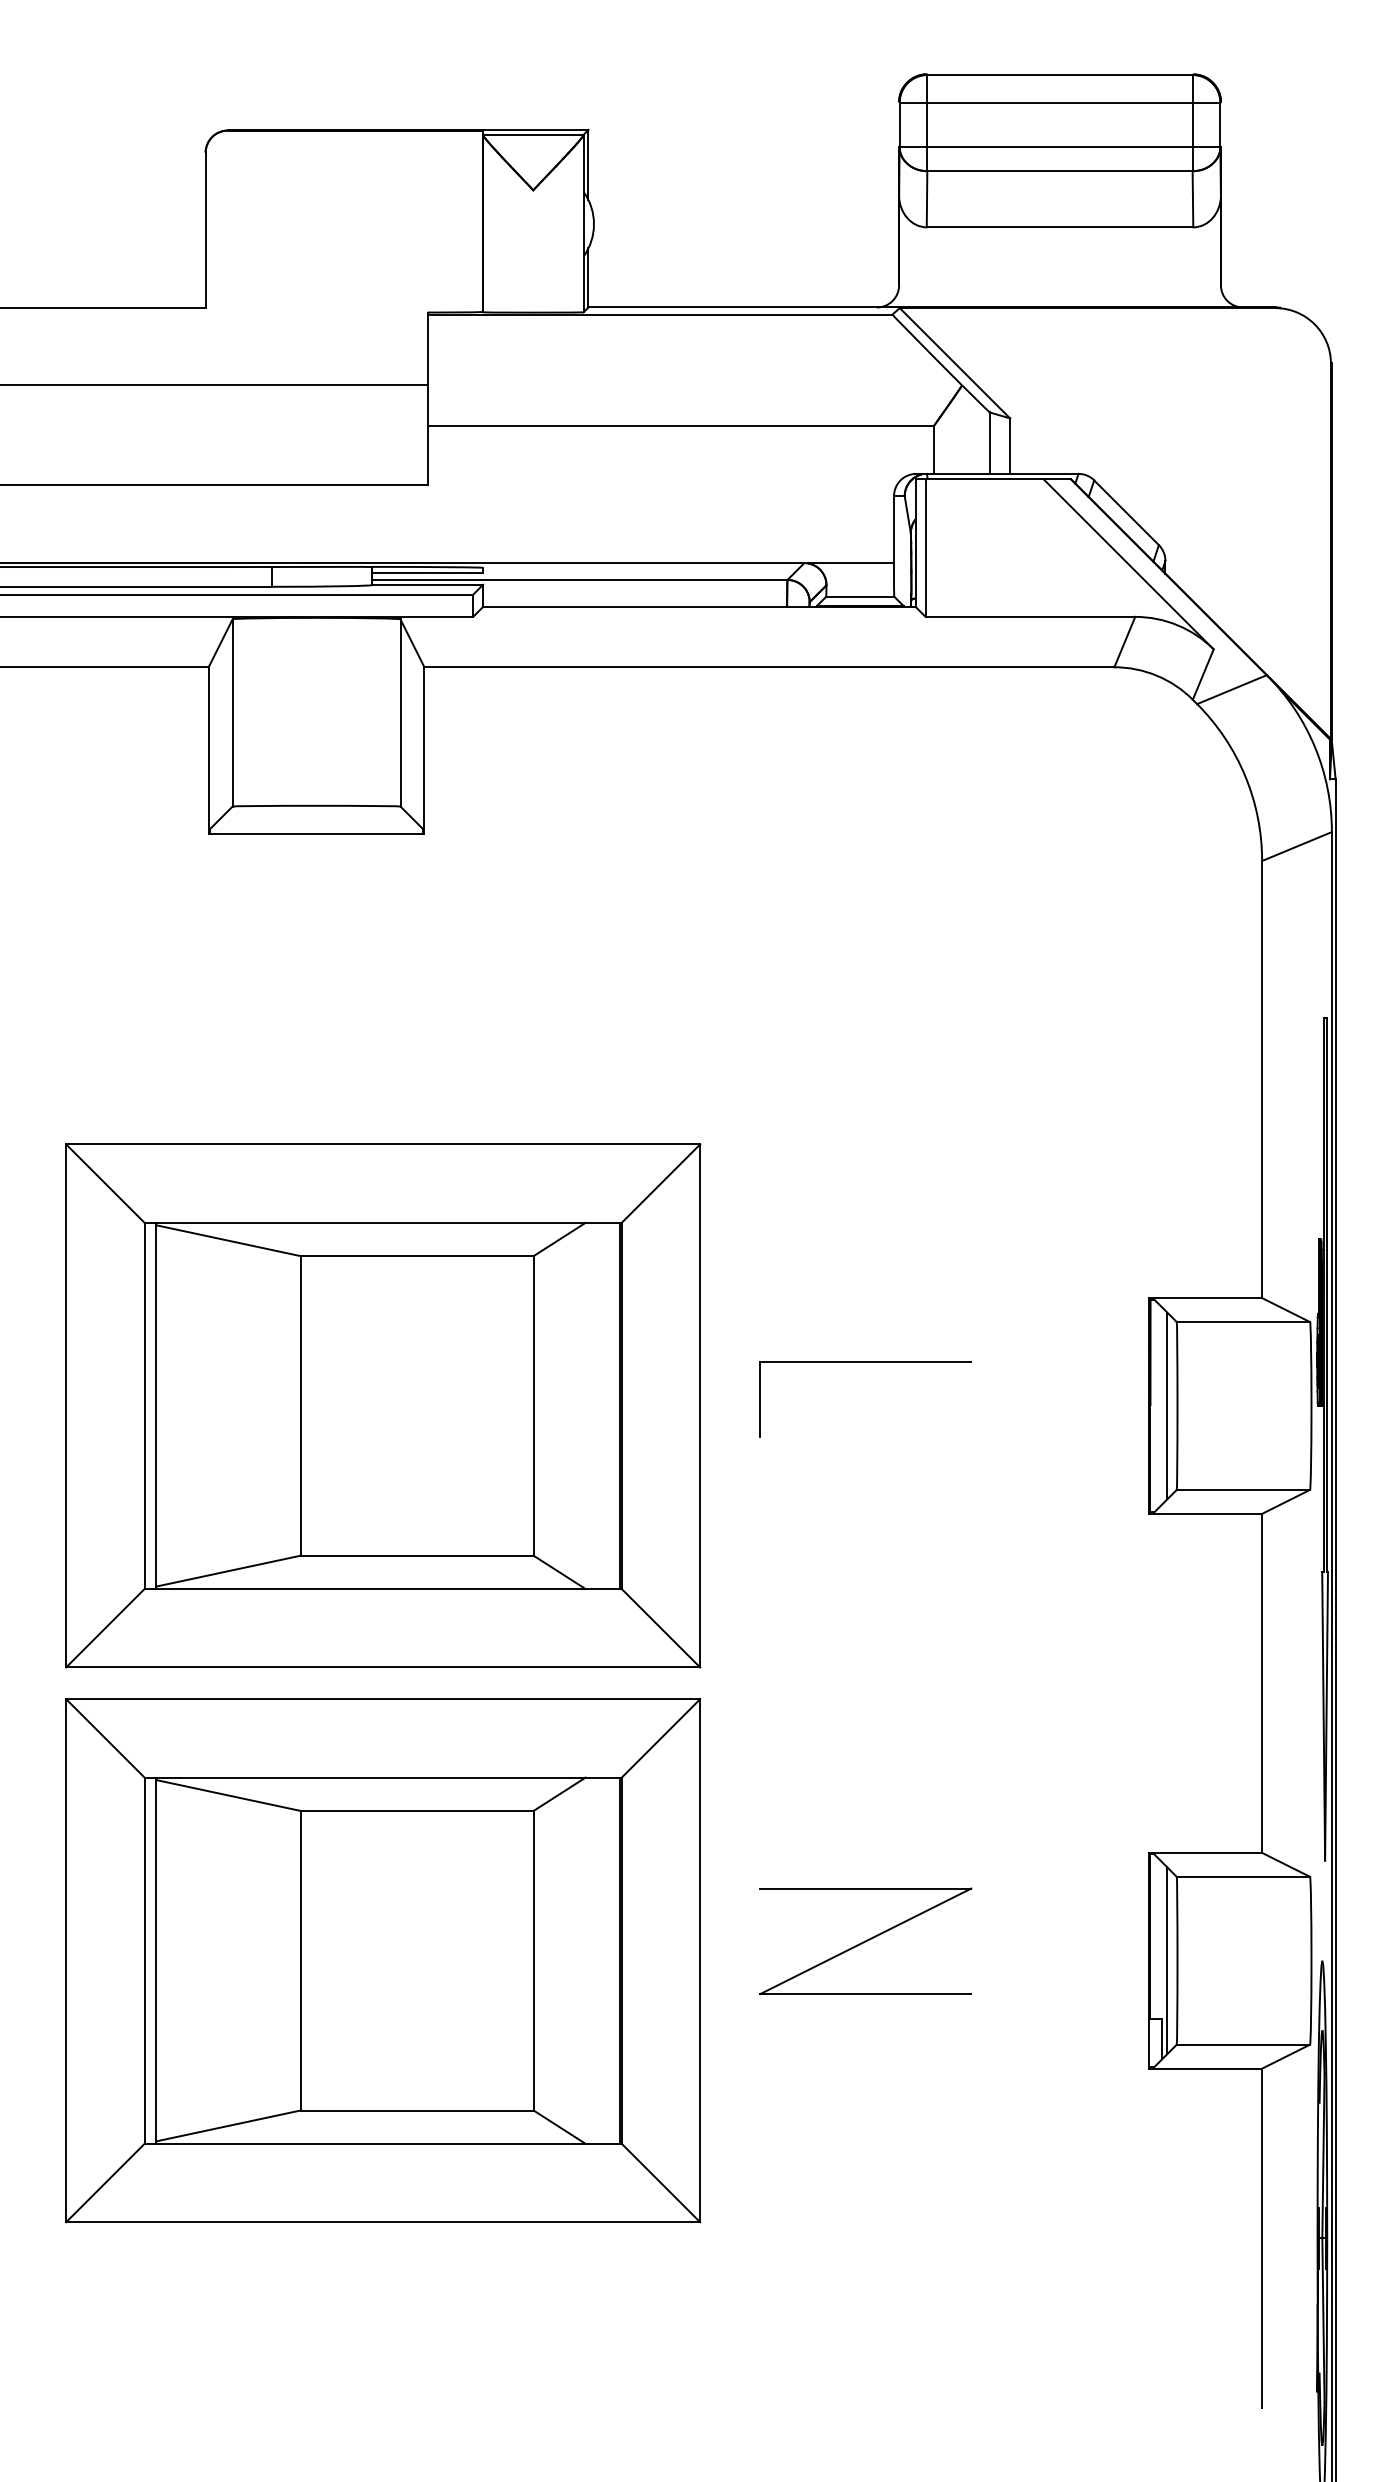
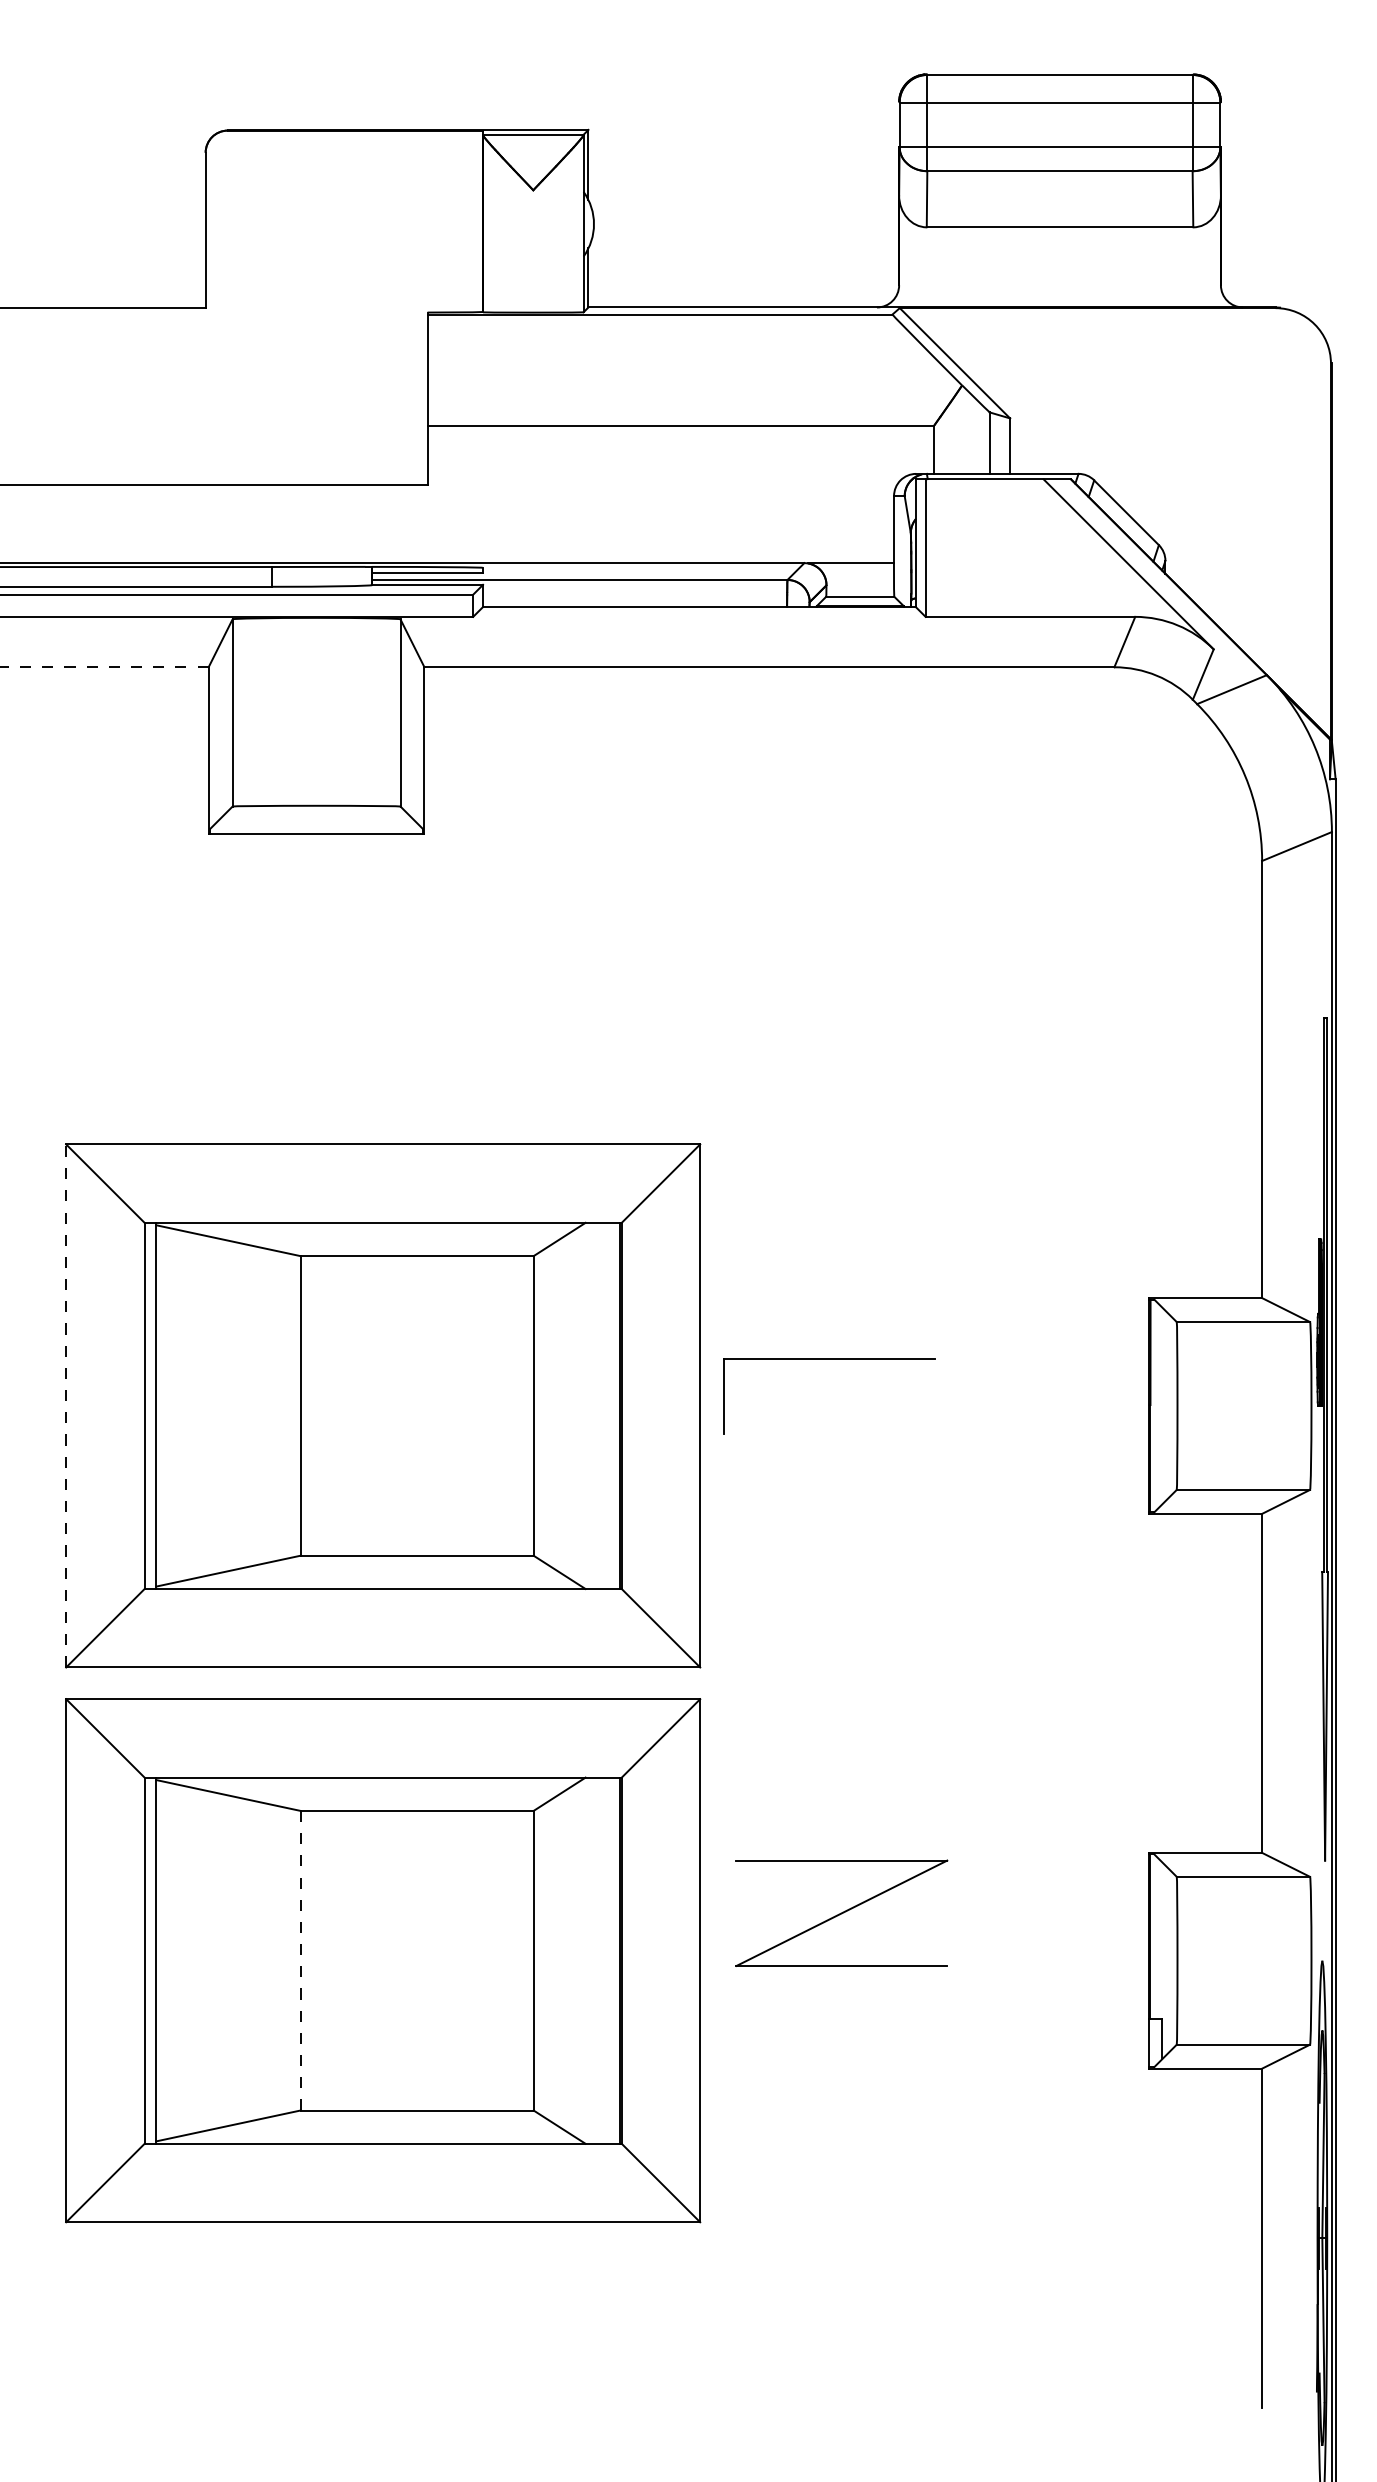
line at (214, 385): present -> none
line at (104, 667): solid -> dashed
part at (865, 1362) position: (865, 1362) -> (829, 1359)
line at (66, 1405): solid -> dashed
line at (1167, 1405): present -> none
part at (865, 1940) position: (865, 1940) -> (841, 1912)
line at (300, 1960): solid -> dashed
line at (1167, 1960): present -> none
